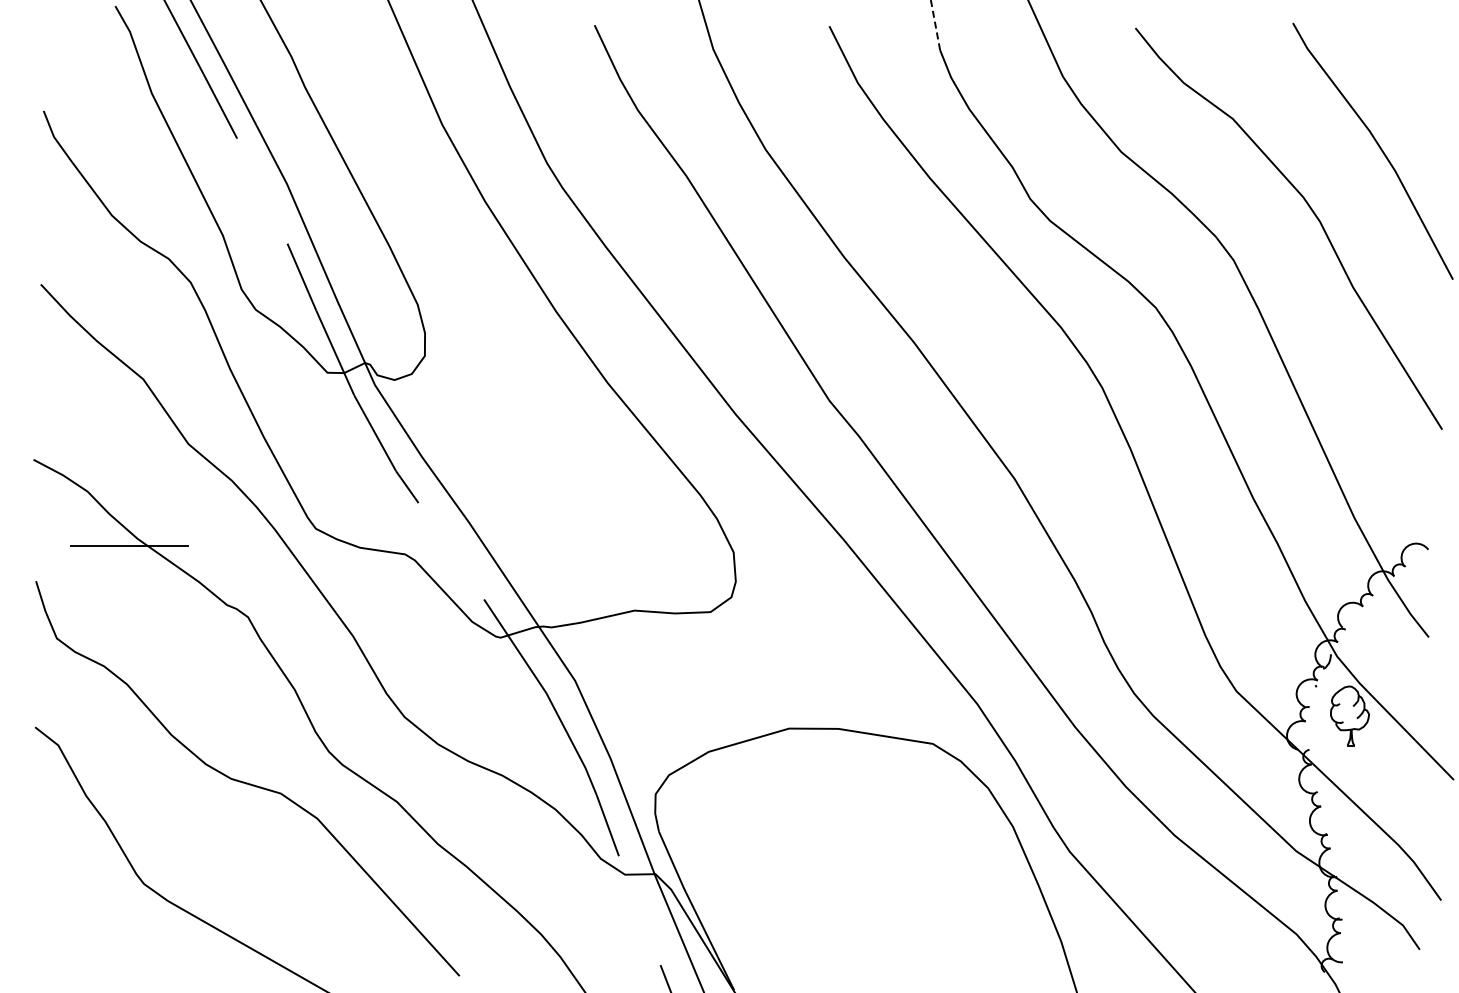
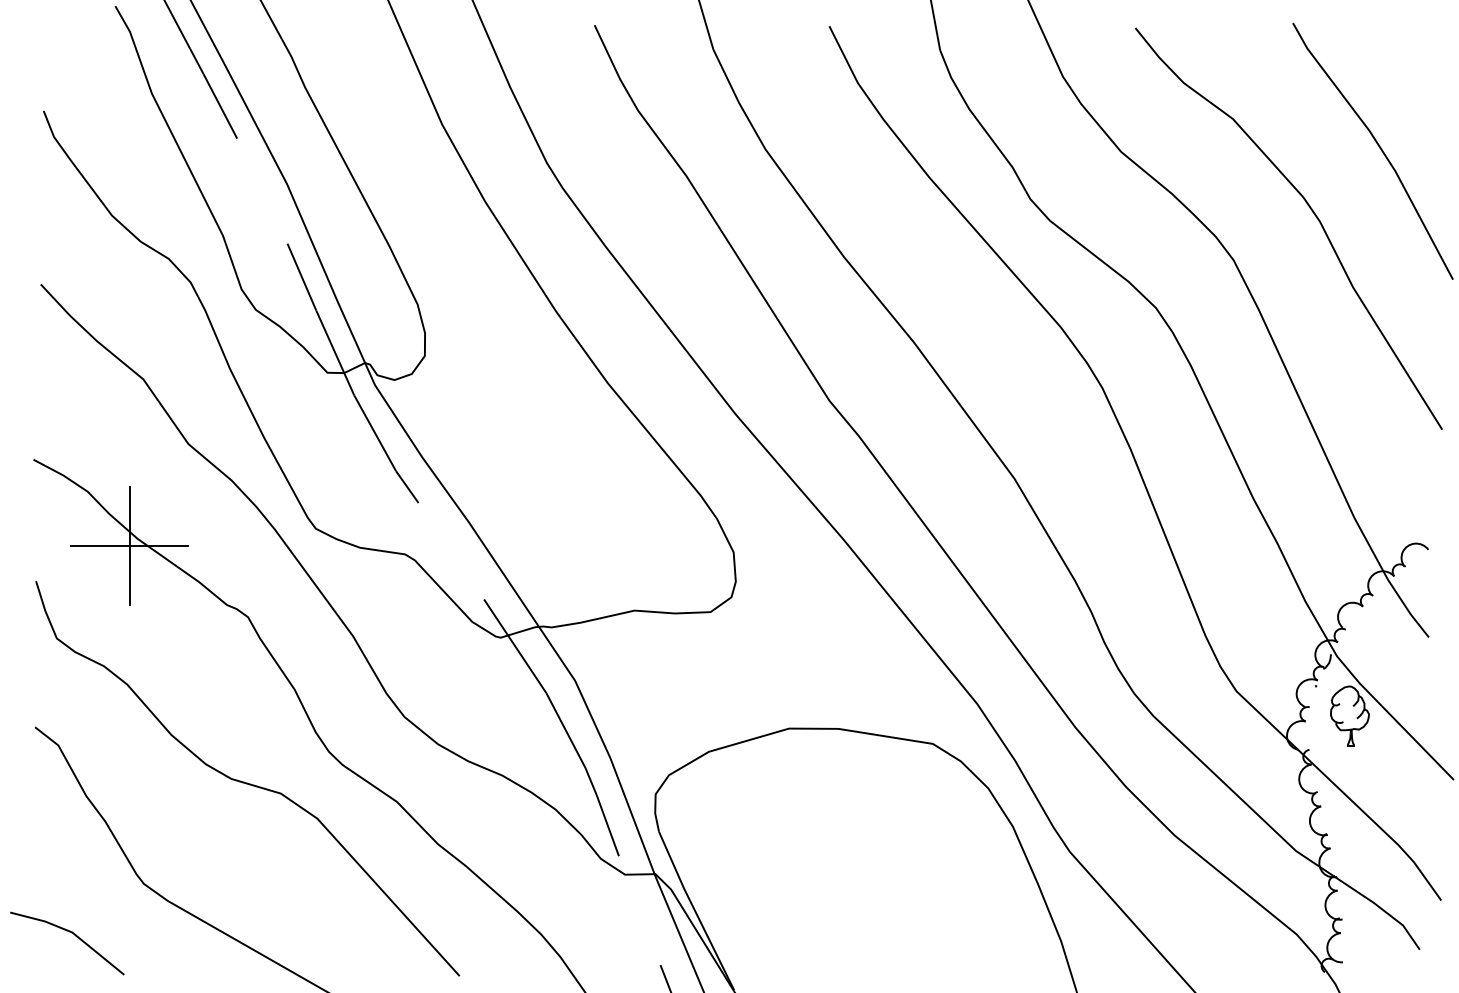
line at (935, 24): dashed -> solid
line at (129, 545): none -> present
line at (74, 935): none -> present
